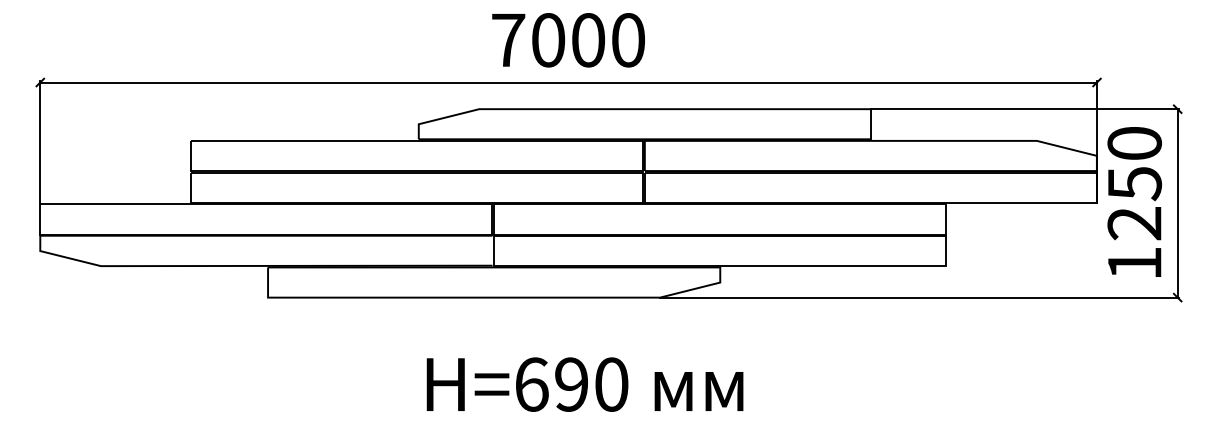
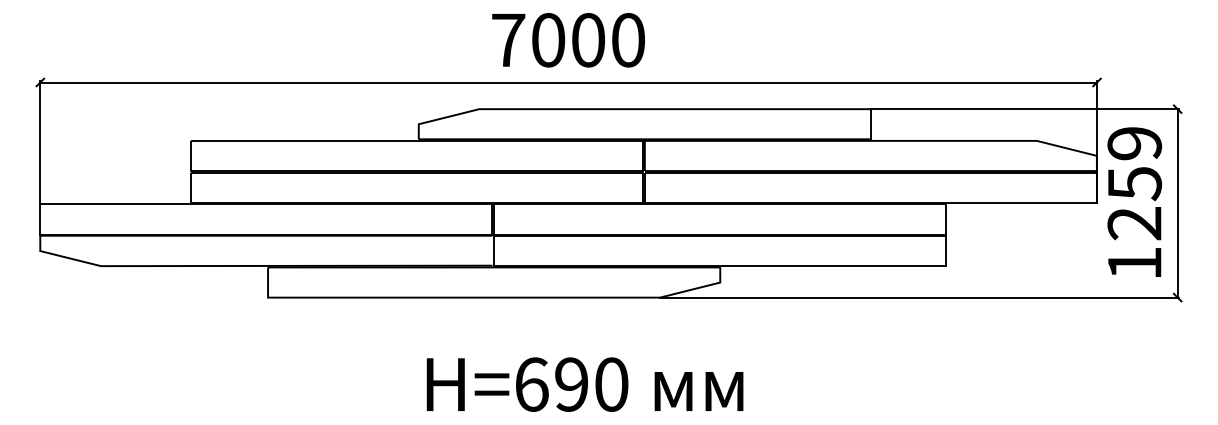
text at (1134, 143): 1250 -> 1259
